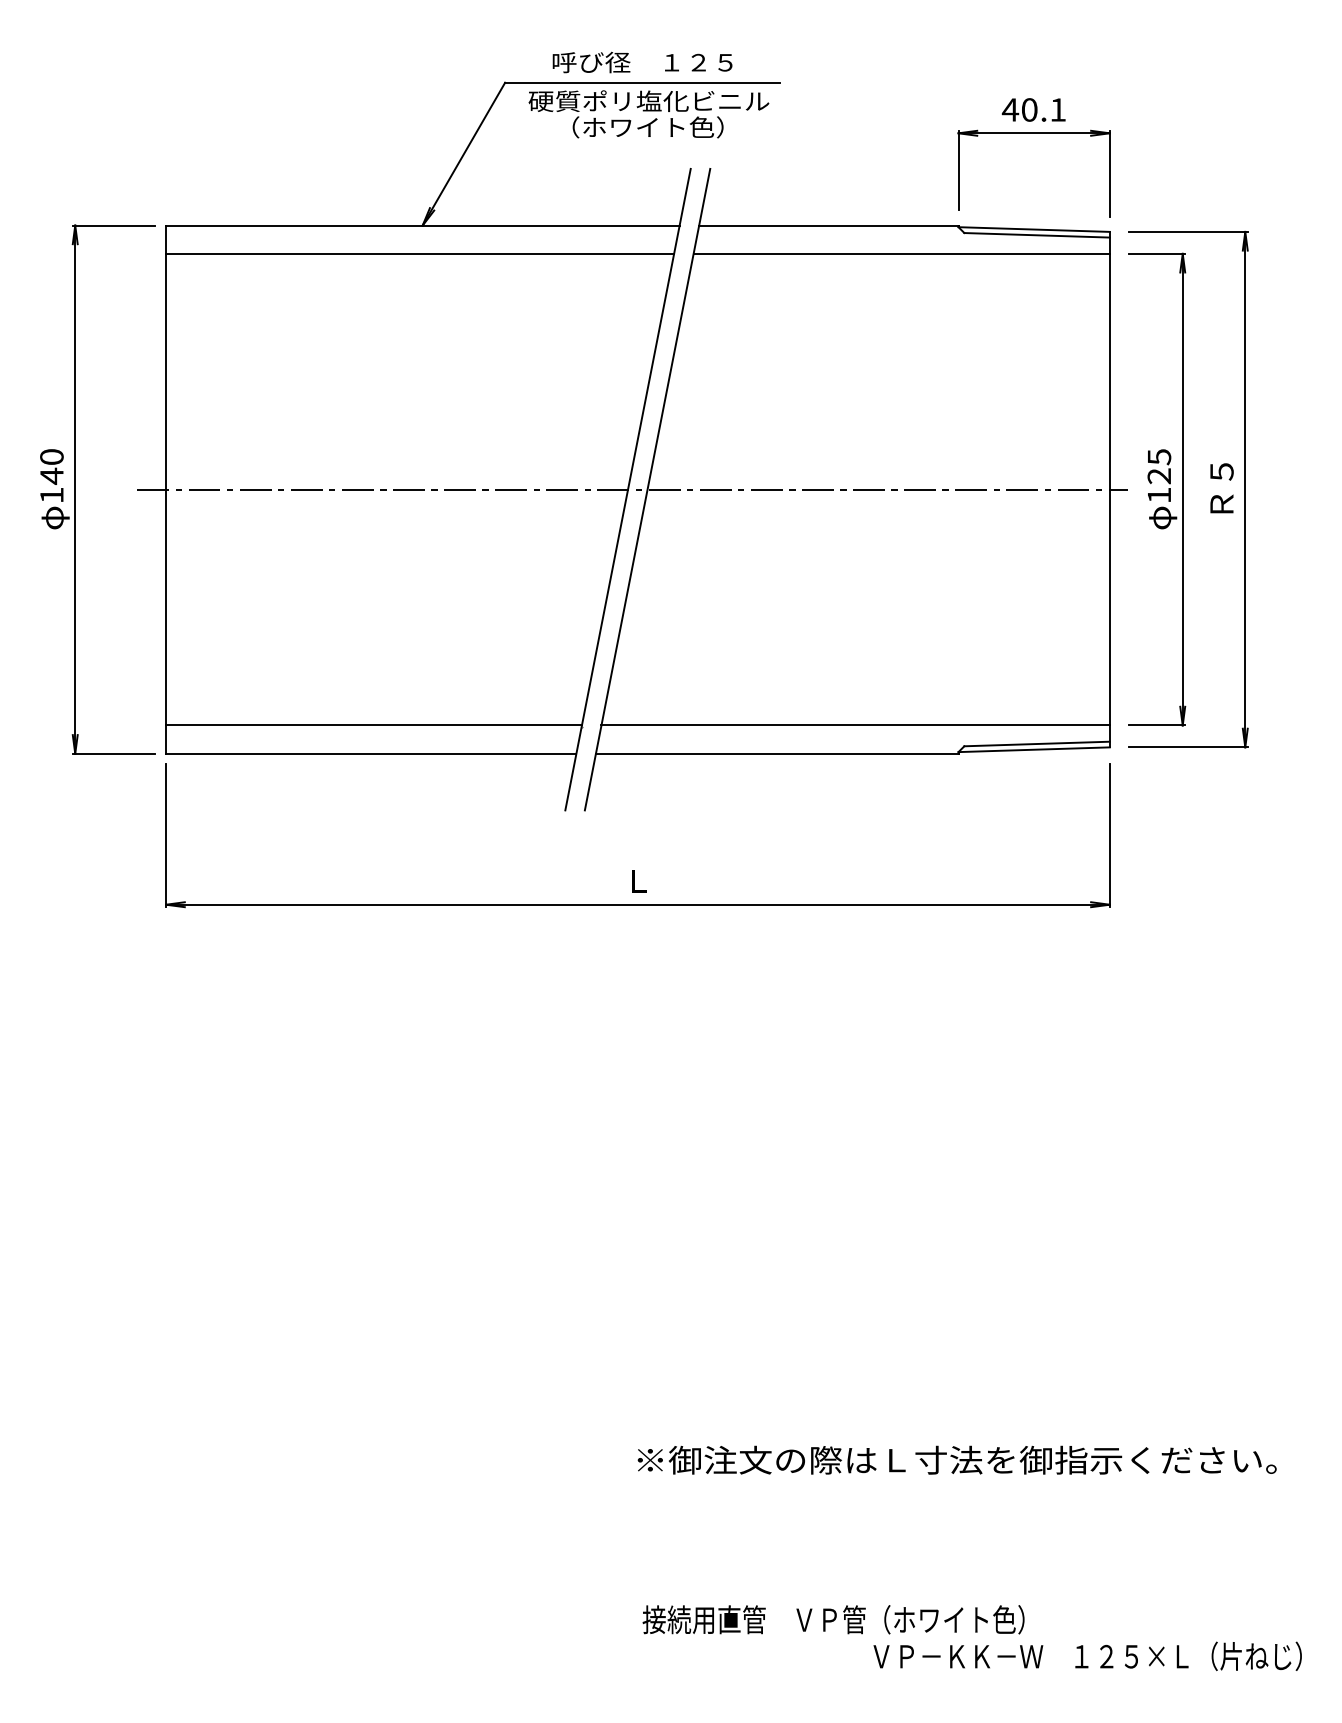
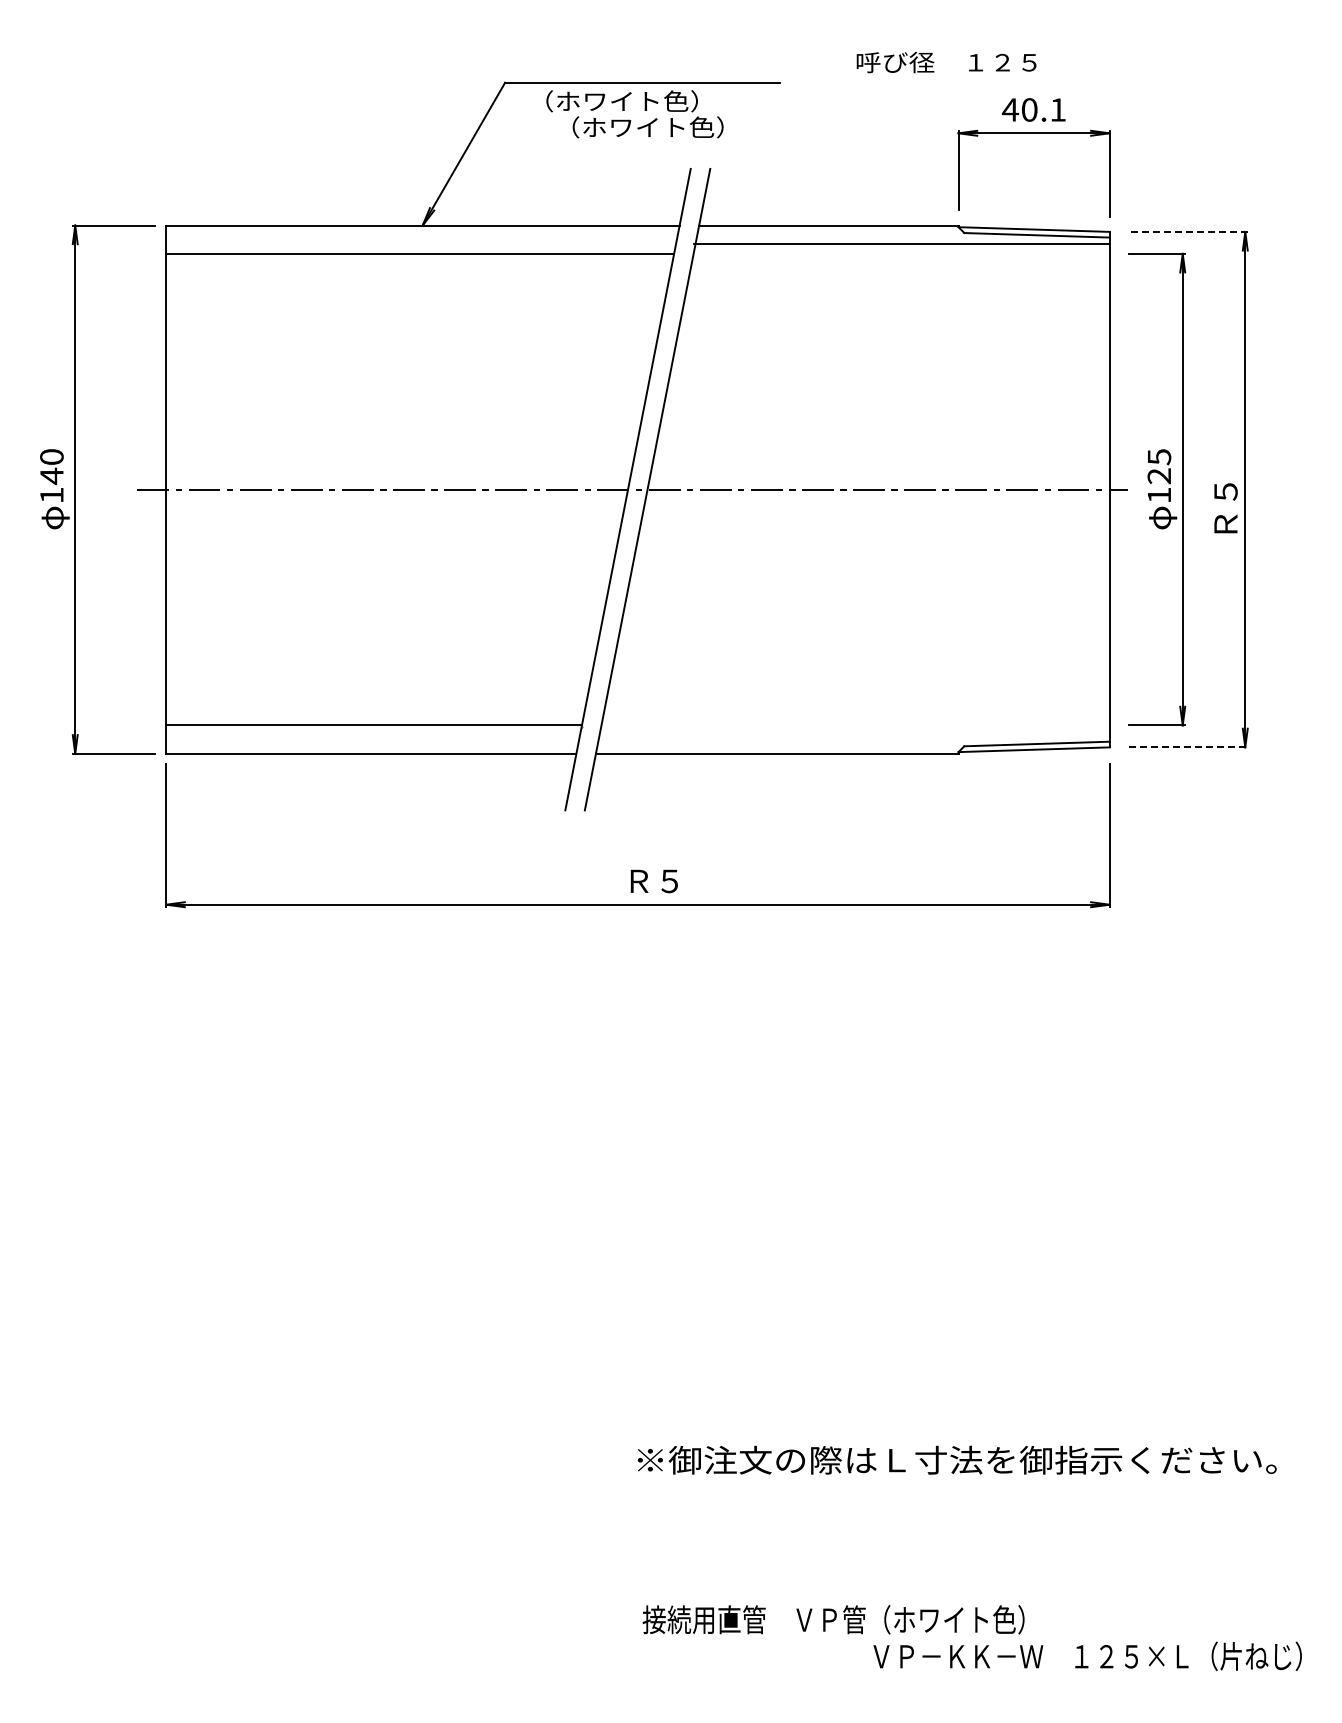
text at (642, 62) position: (642, 62) -> (946, 62)
text at (648, 101): 硬質ポリ塩化ビニル -> （ホワイト色）
line at (1187, 231): solid -> dashed
line at (901, 253) position: (901, 253) -> (901, 243)
text at (1221, 488) position: (1221, 488) -> (1225, 508)
line at (855, 725): present -> none
line at (1188, 747): solid -> dashed
text at (653, 881): Ｌ -> Ｒ５
